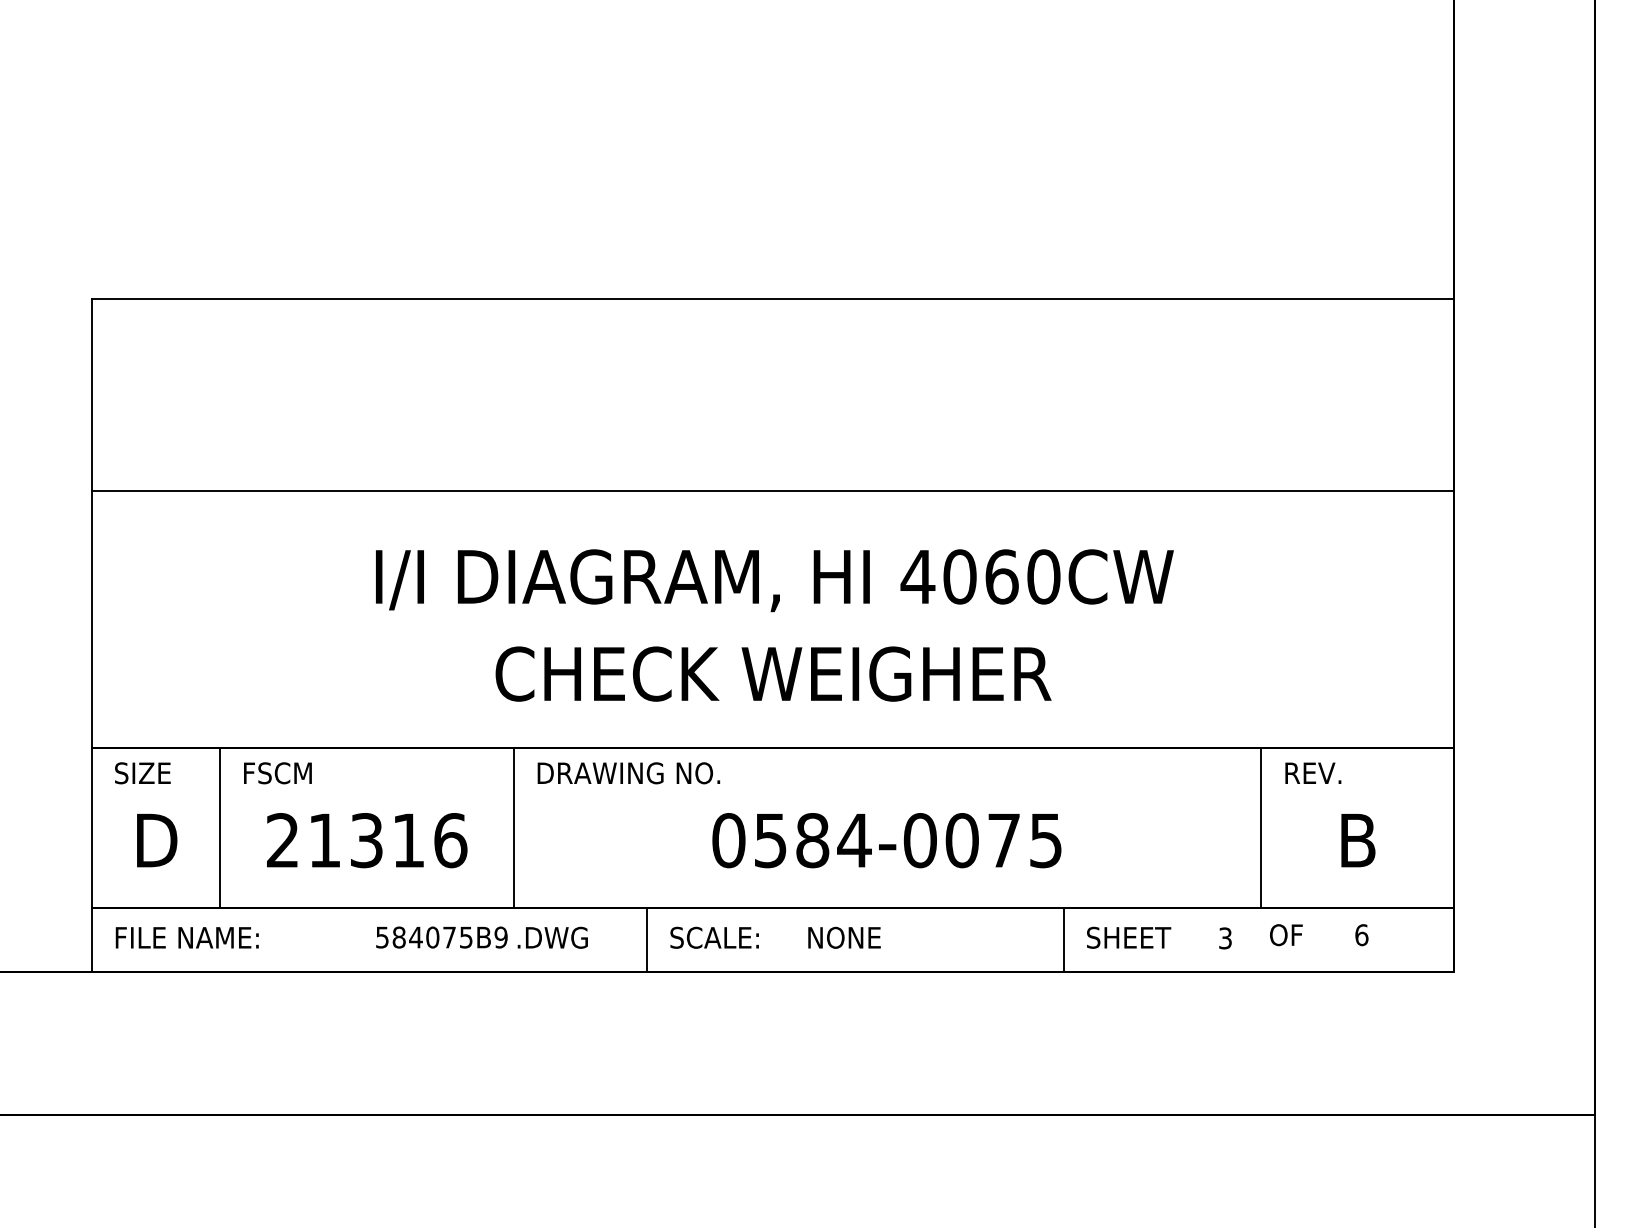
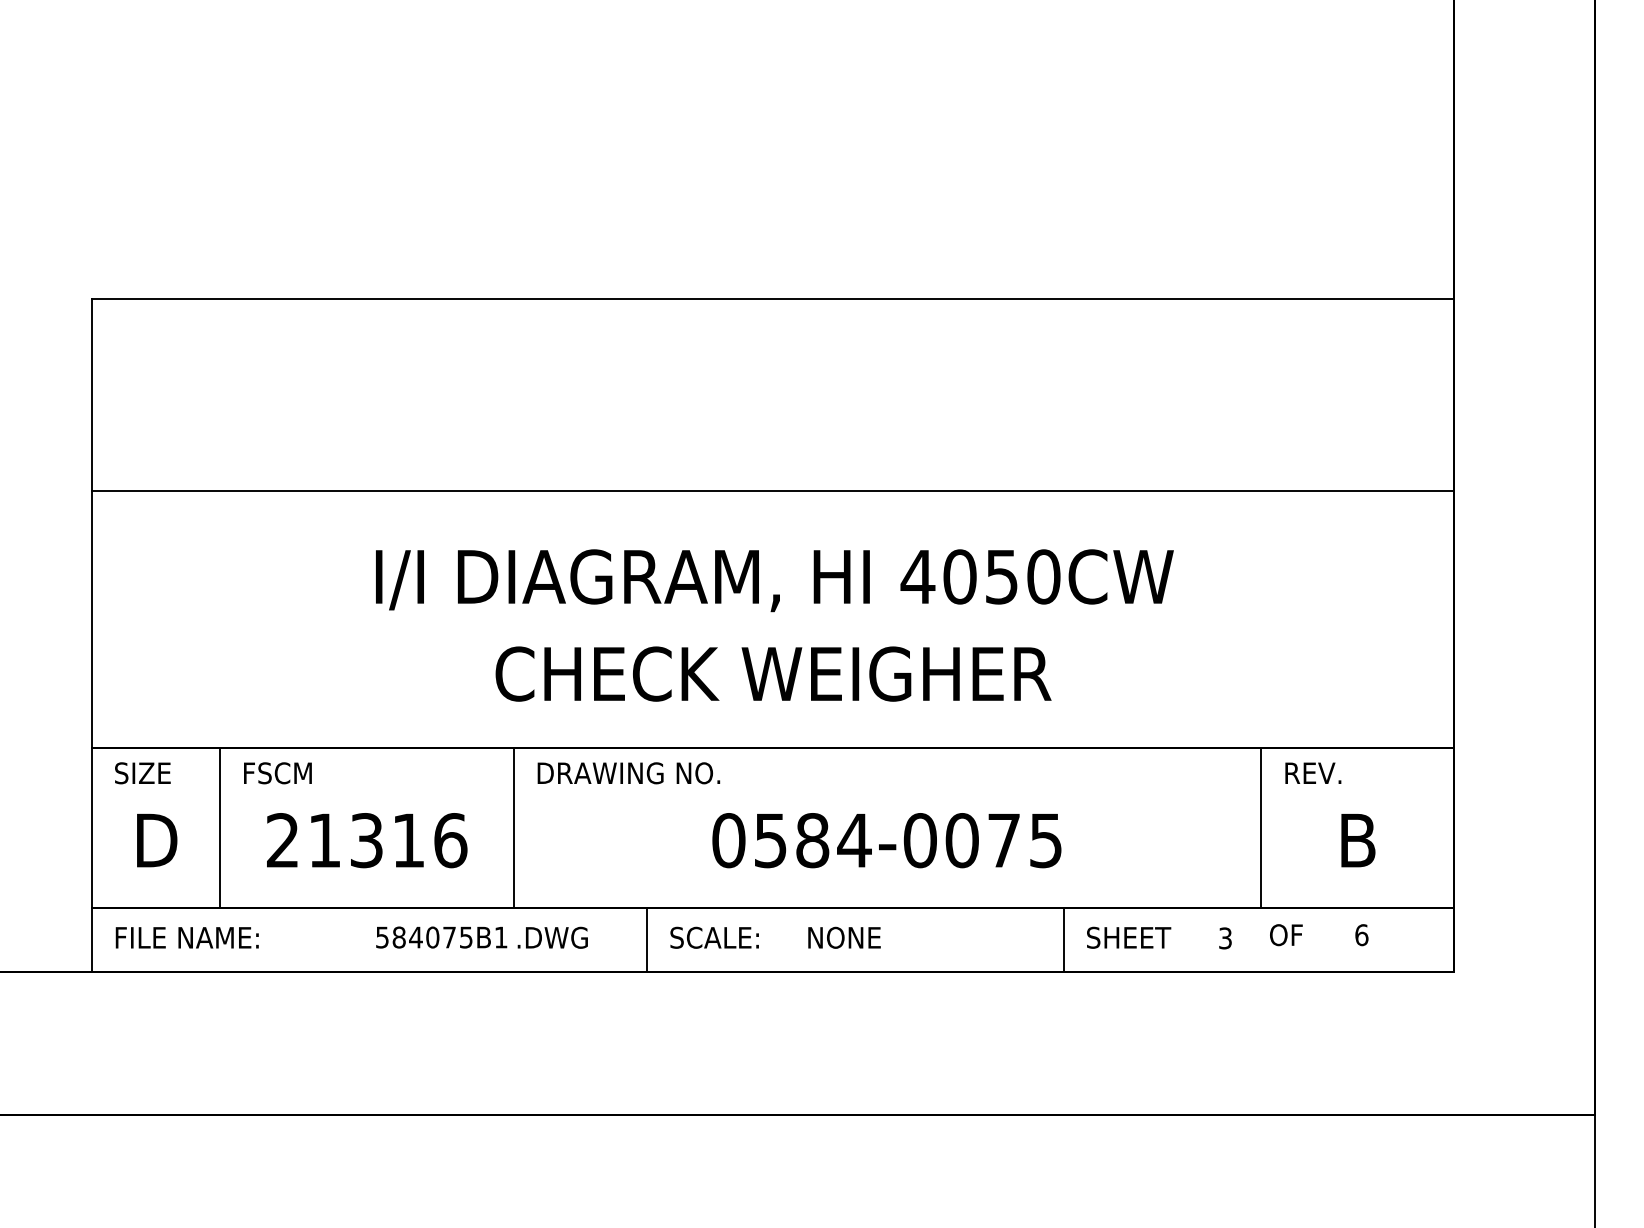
text at (1001, 576): 4060CW -> 4050CW
text at (500, 937): 584075B9 -> 584075B1
